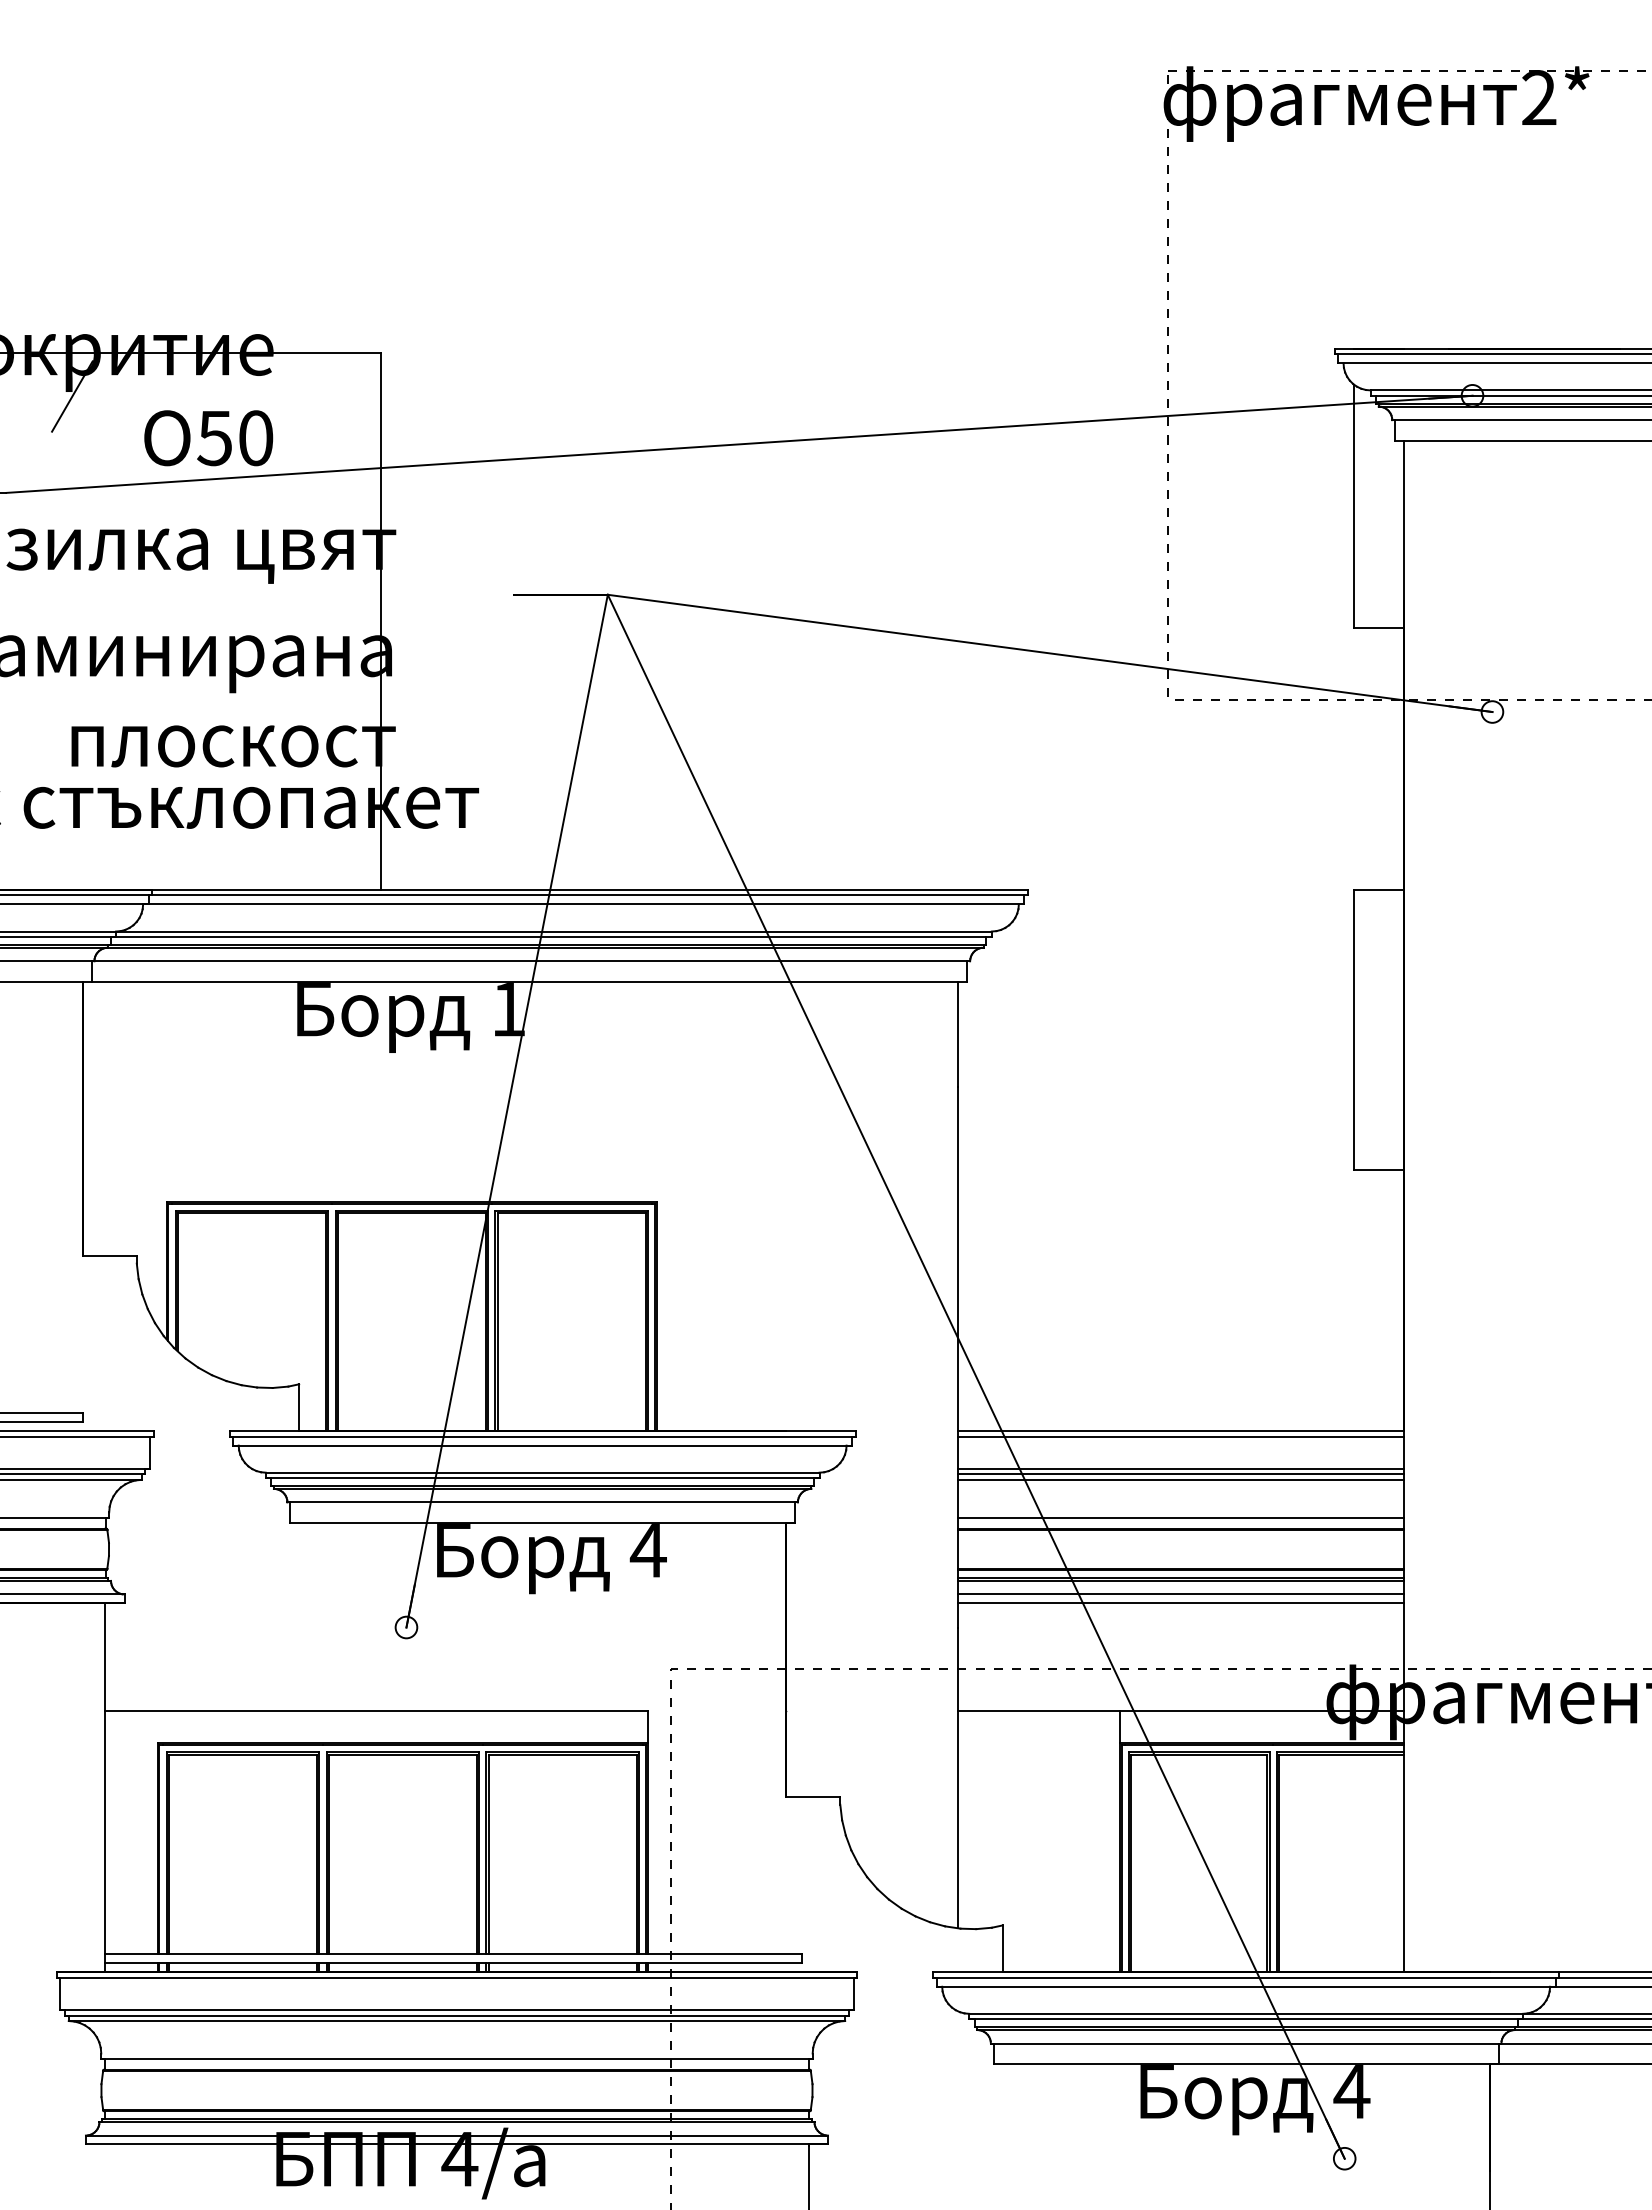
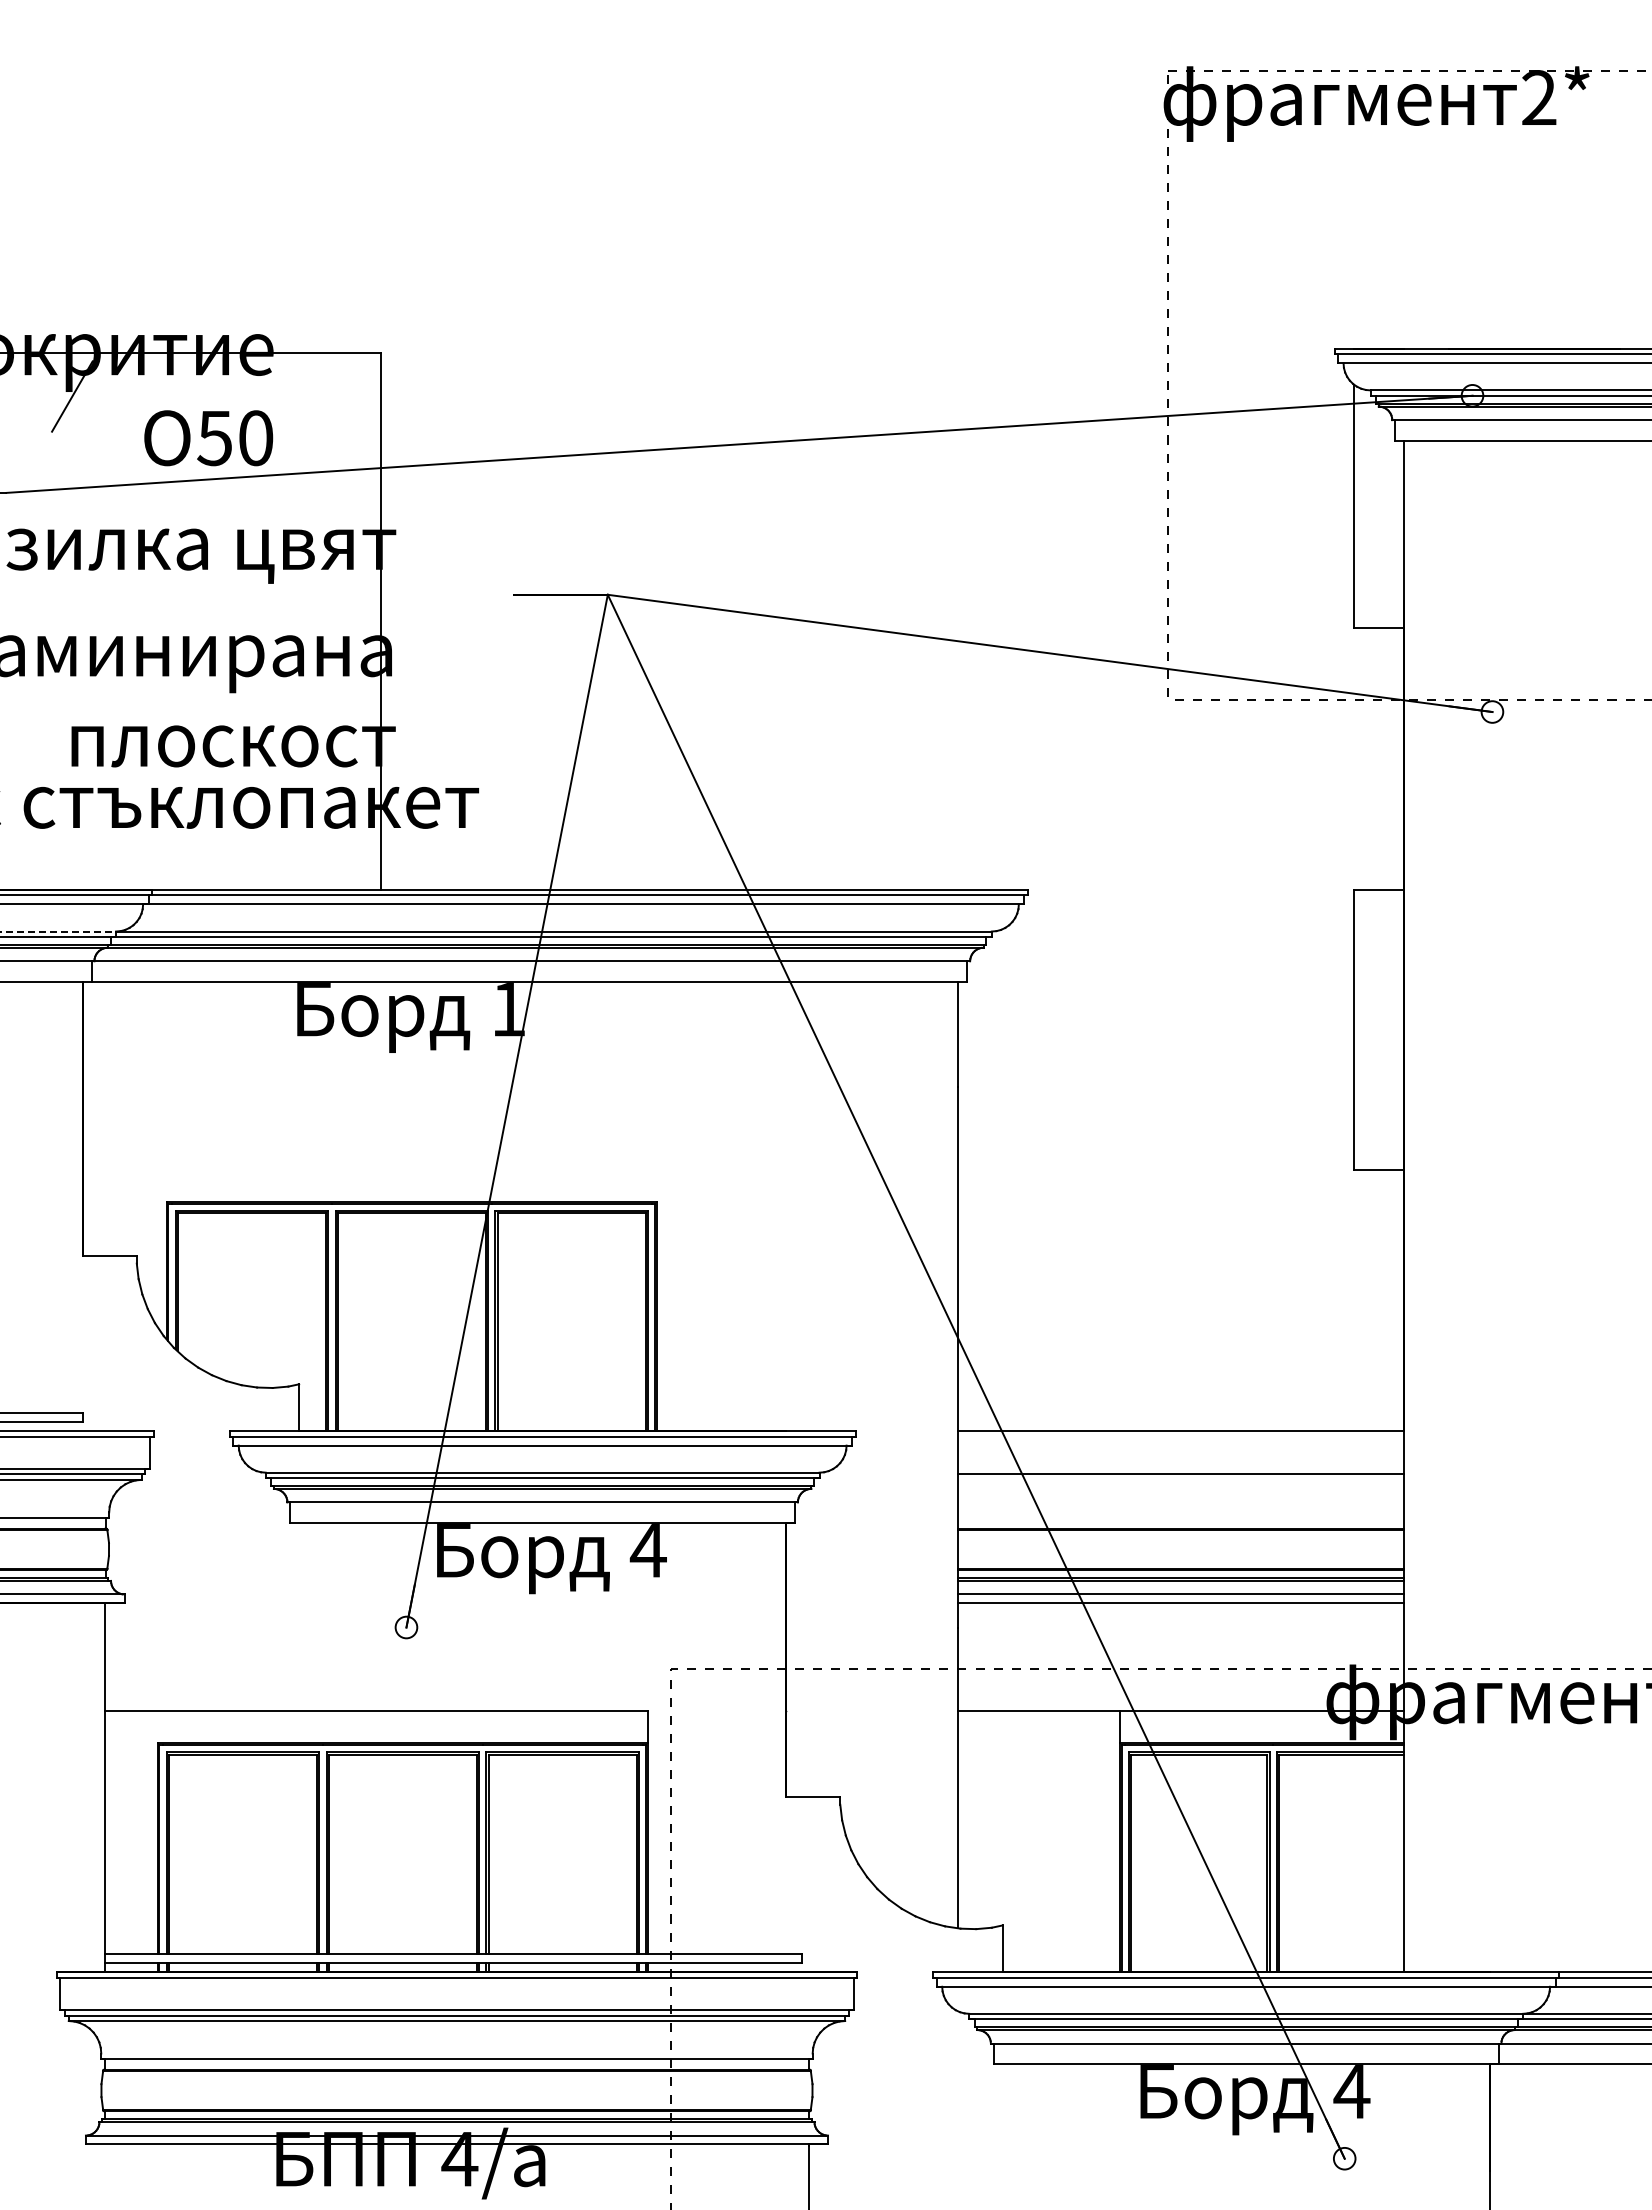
line at (58, 931): solid -> dashed
line at (1180, 1436): present -> none
line at (1180, 1469): present -> none
line at (1180, 1479): present -> none
line at (1180, 1517): present -> none
